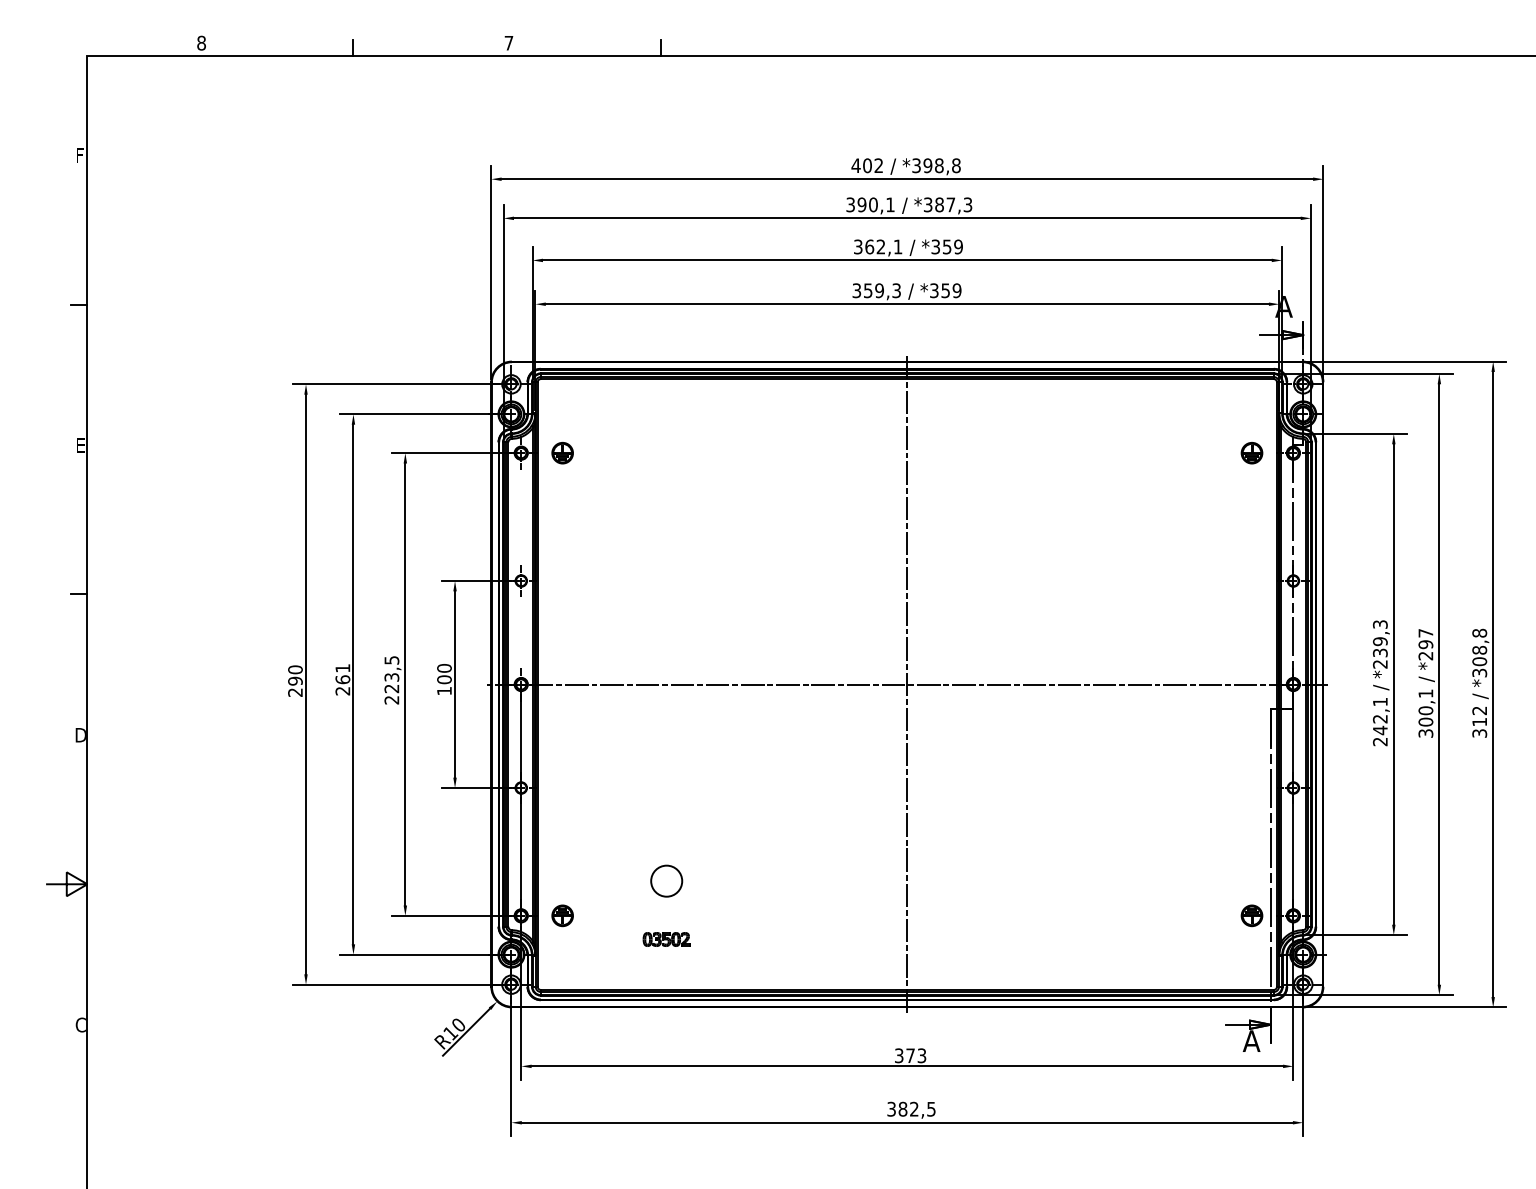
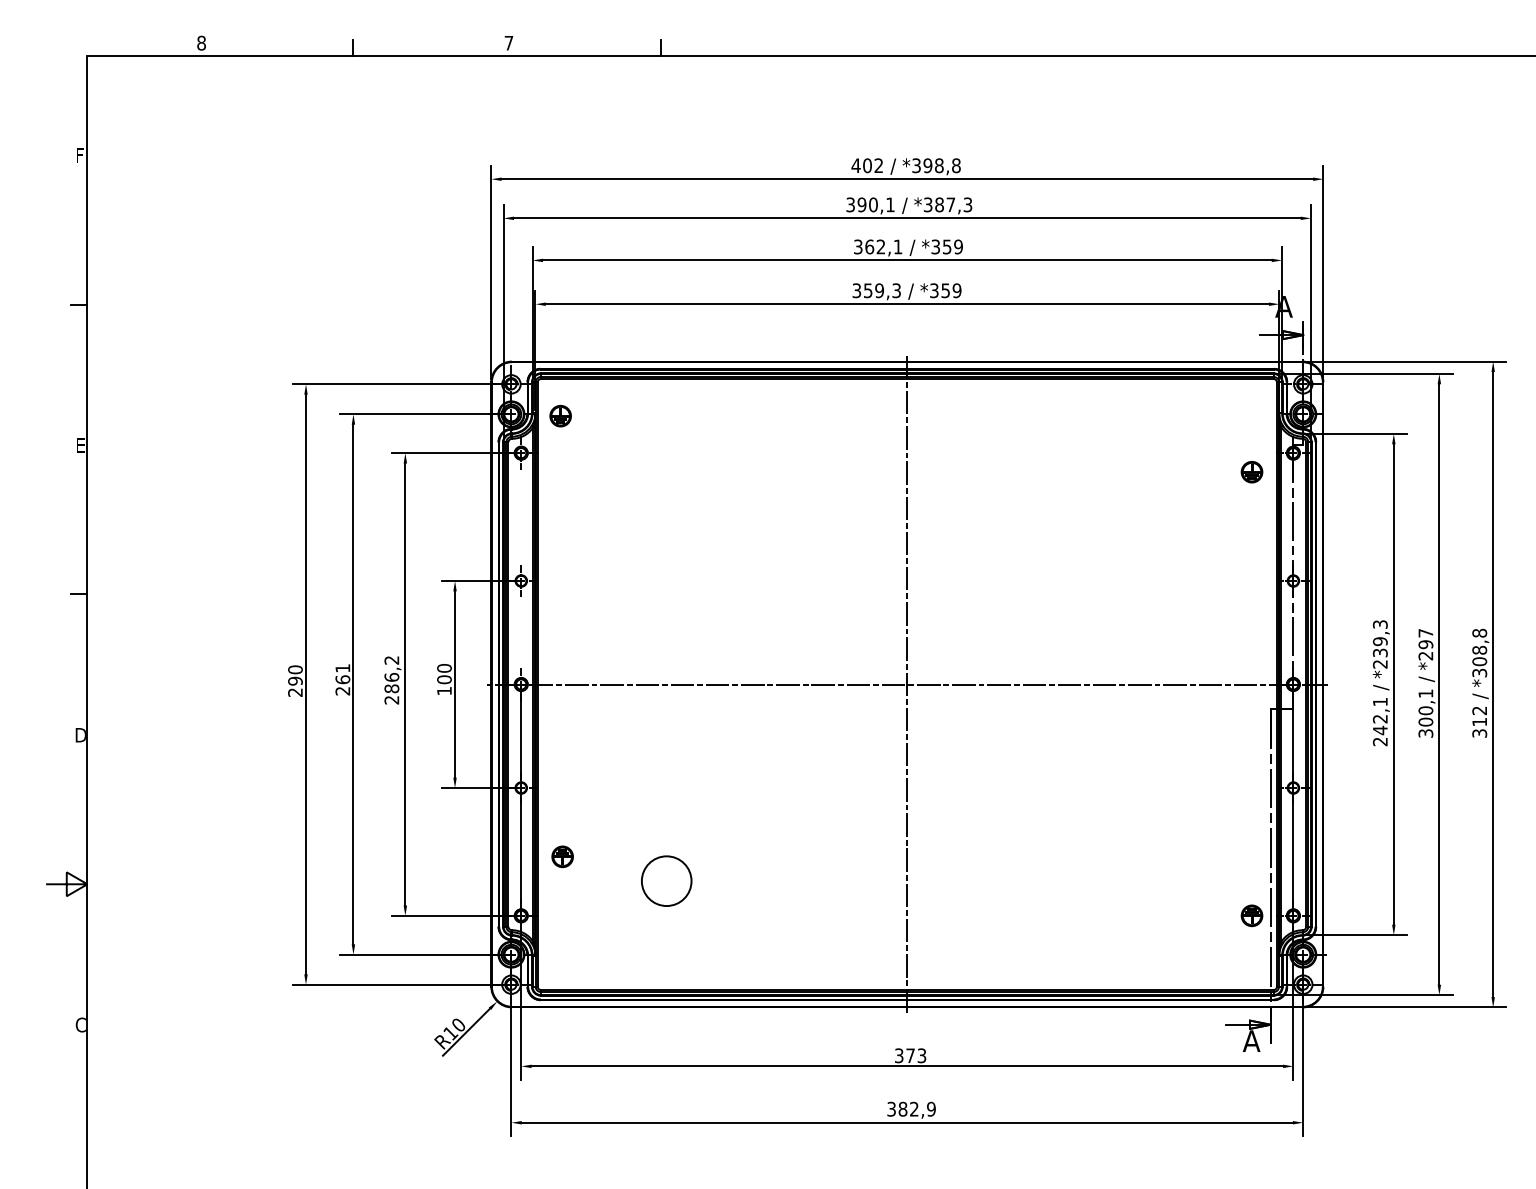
part at (562, 453) position: (562, 453) -> (560, 416)
part at (1251, 453) position: (1251, 453) -> (1251, 472)
text at (391, 674): 223,5 -> 286,2
circle at (666, 880) diameter: 31 px -> 50 px
part at (562, 915) position: (562, 915) -> (562, 856)
part at (666, 939): present -> none
text at (931, 1108): 382,5 -> 382,9
